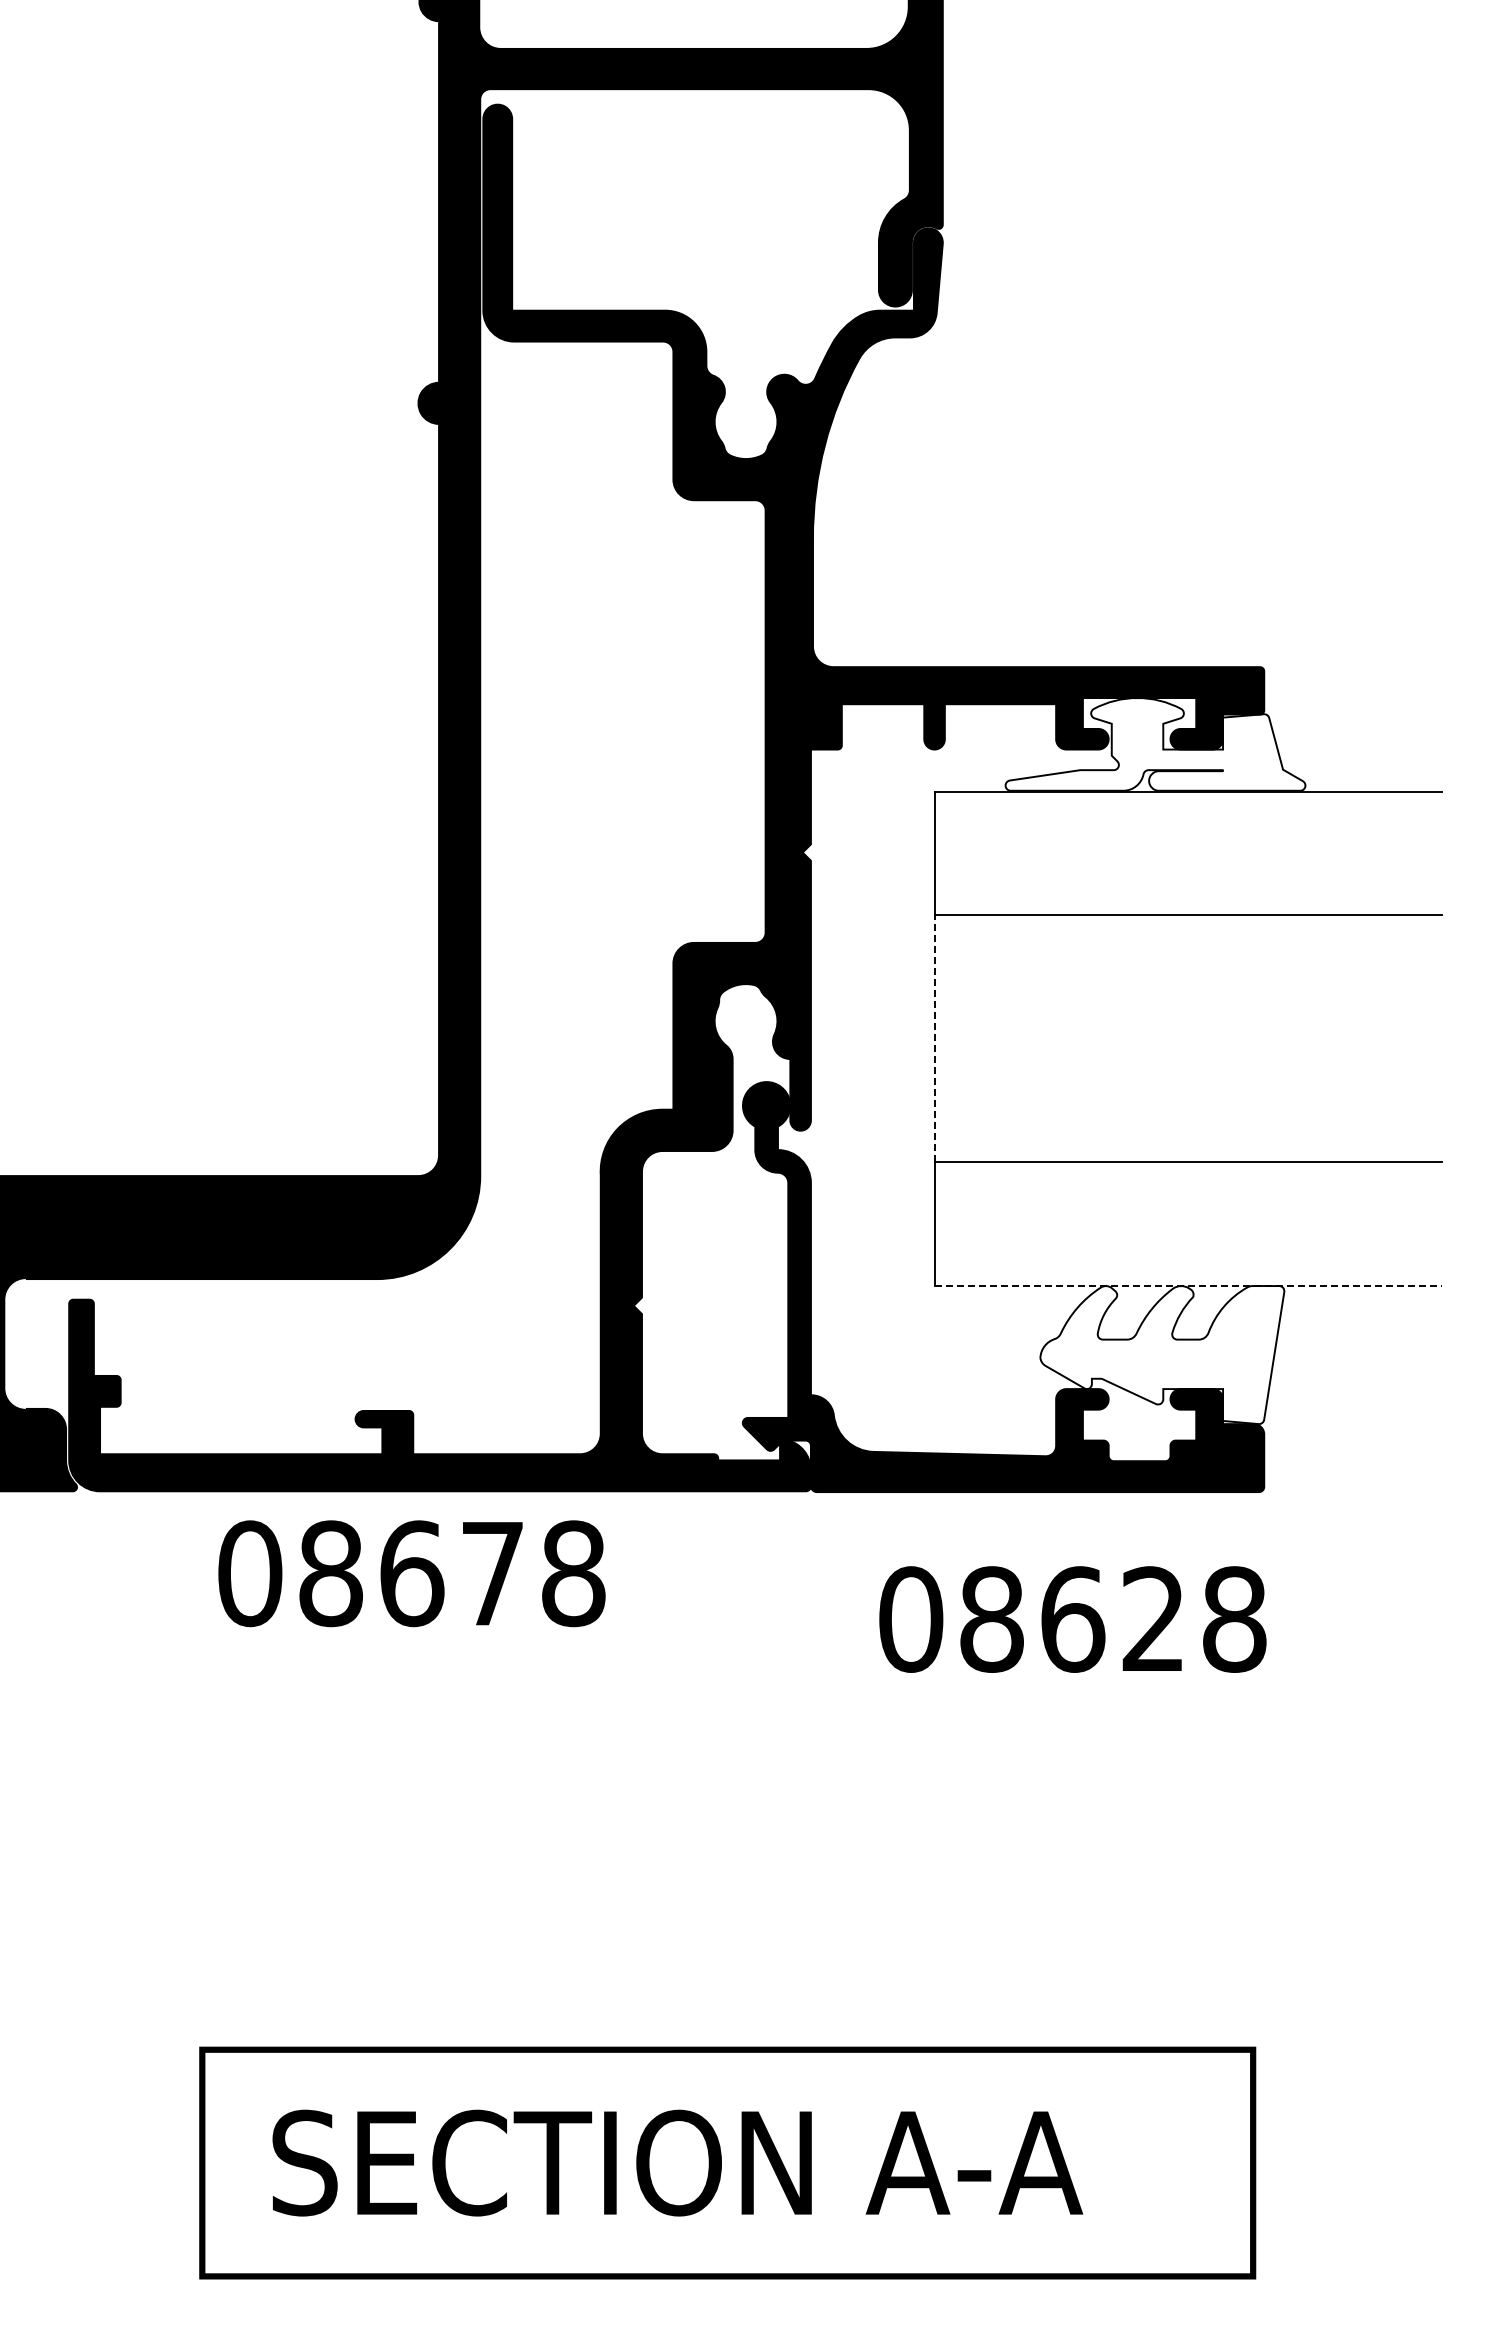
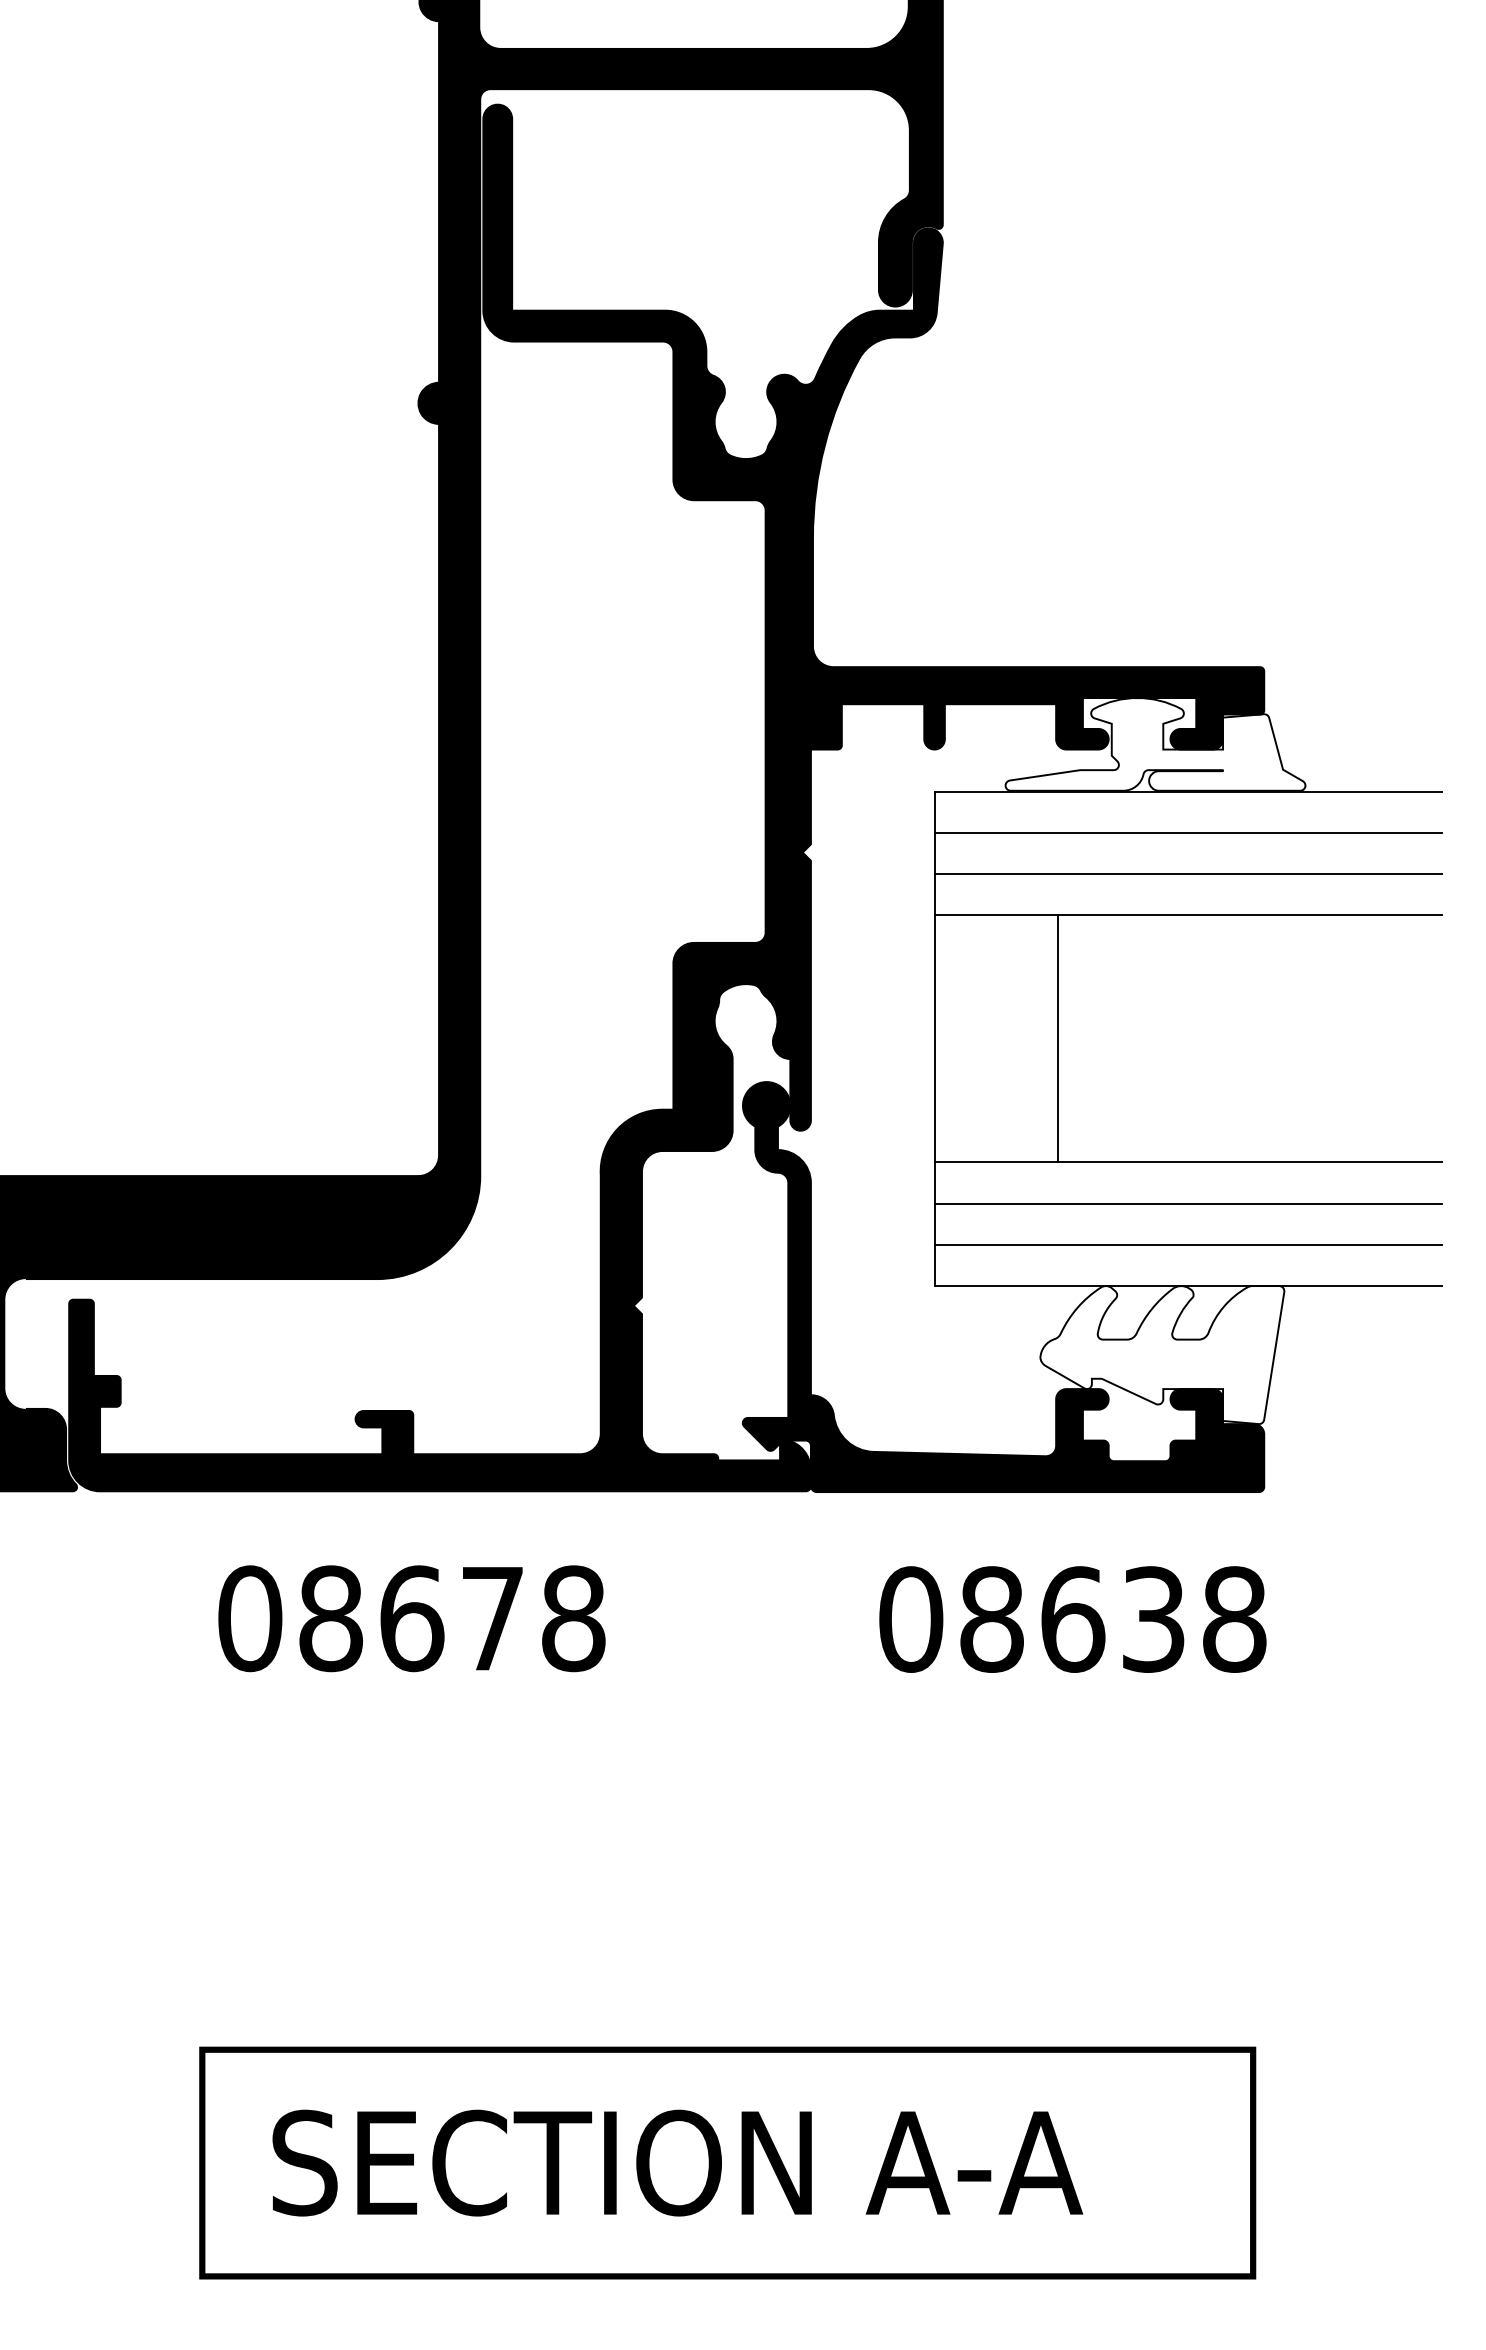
line at (1187, 832): none -> present
line at (1187, 873): none -> present
line at (934, 1038): dashed -> solid
line at (1058, 1038): none -> present
line at (1187, 1203): none -> present
line at (1187, 1244): none -> present
line at (1188, 1286): dashed -> solid
text at (411, 1573) position: (411, 1573) -> (411, 1618)
text at (1153, 1619): 08628 -> 08638
